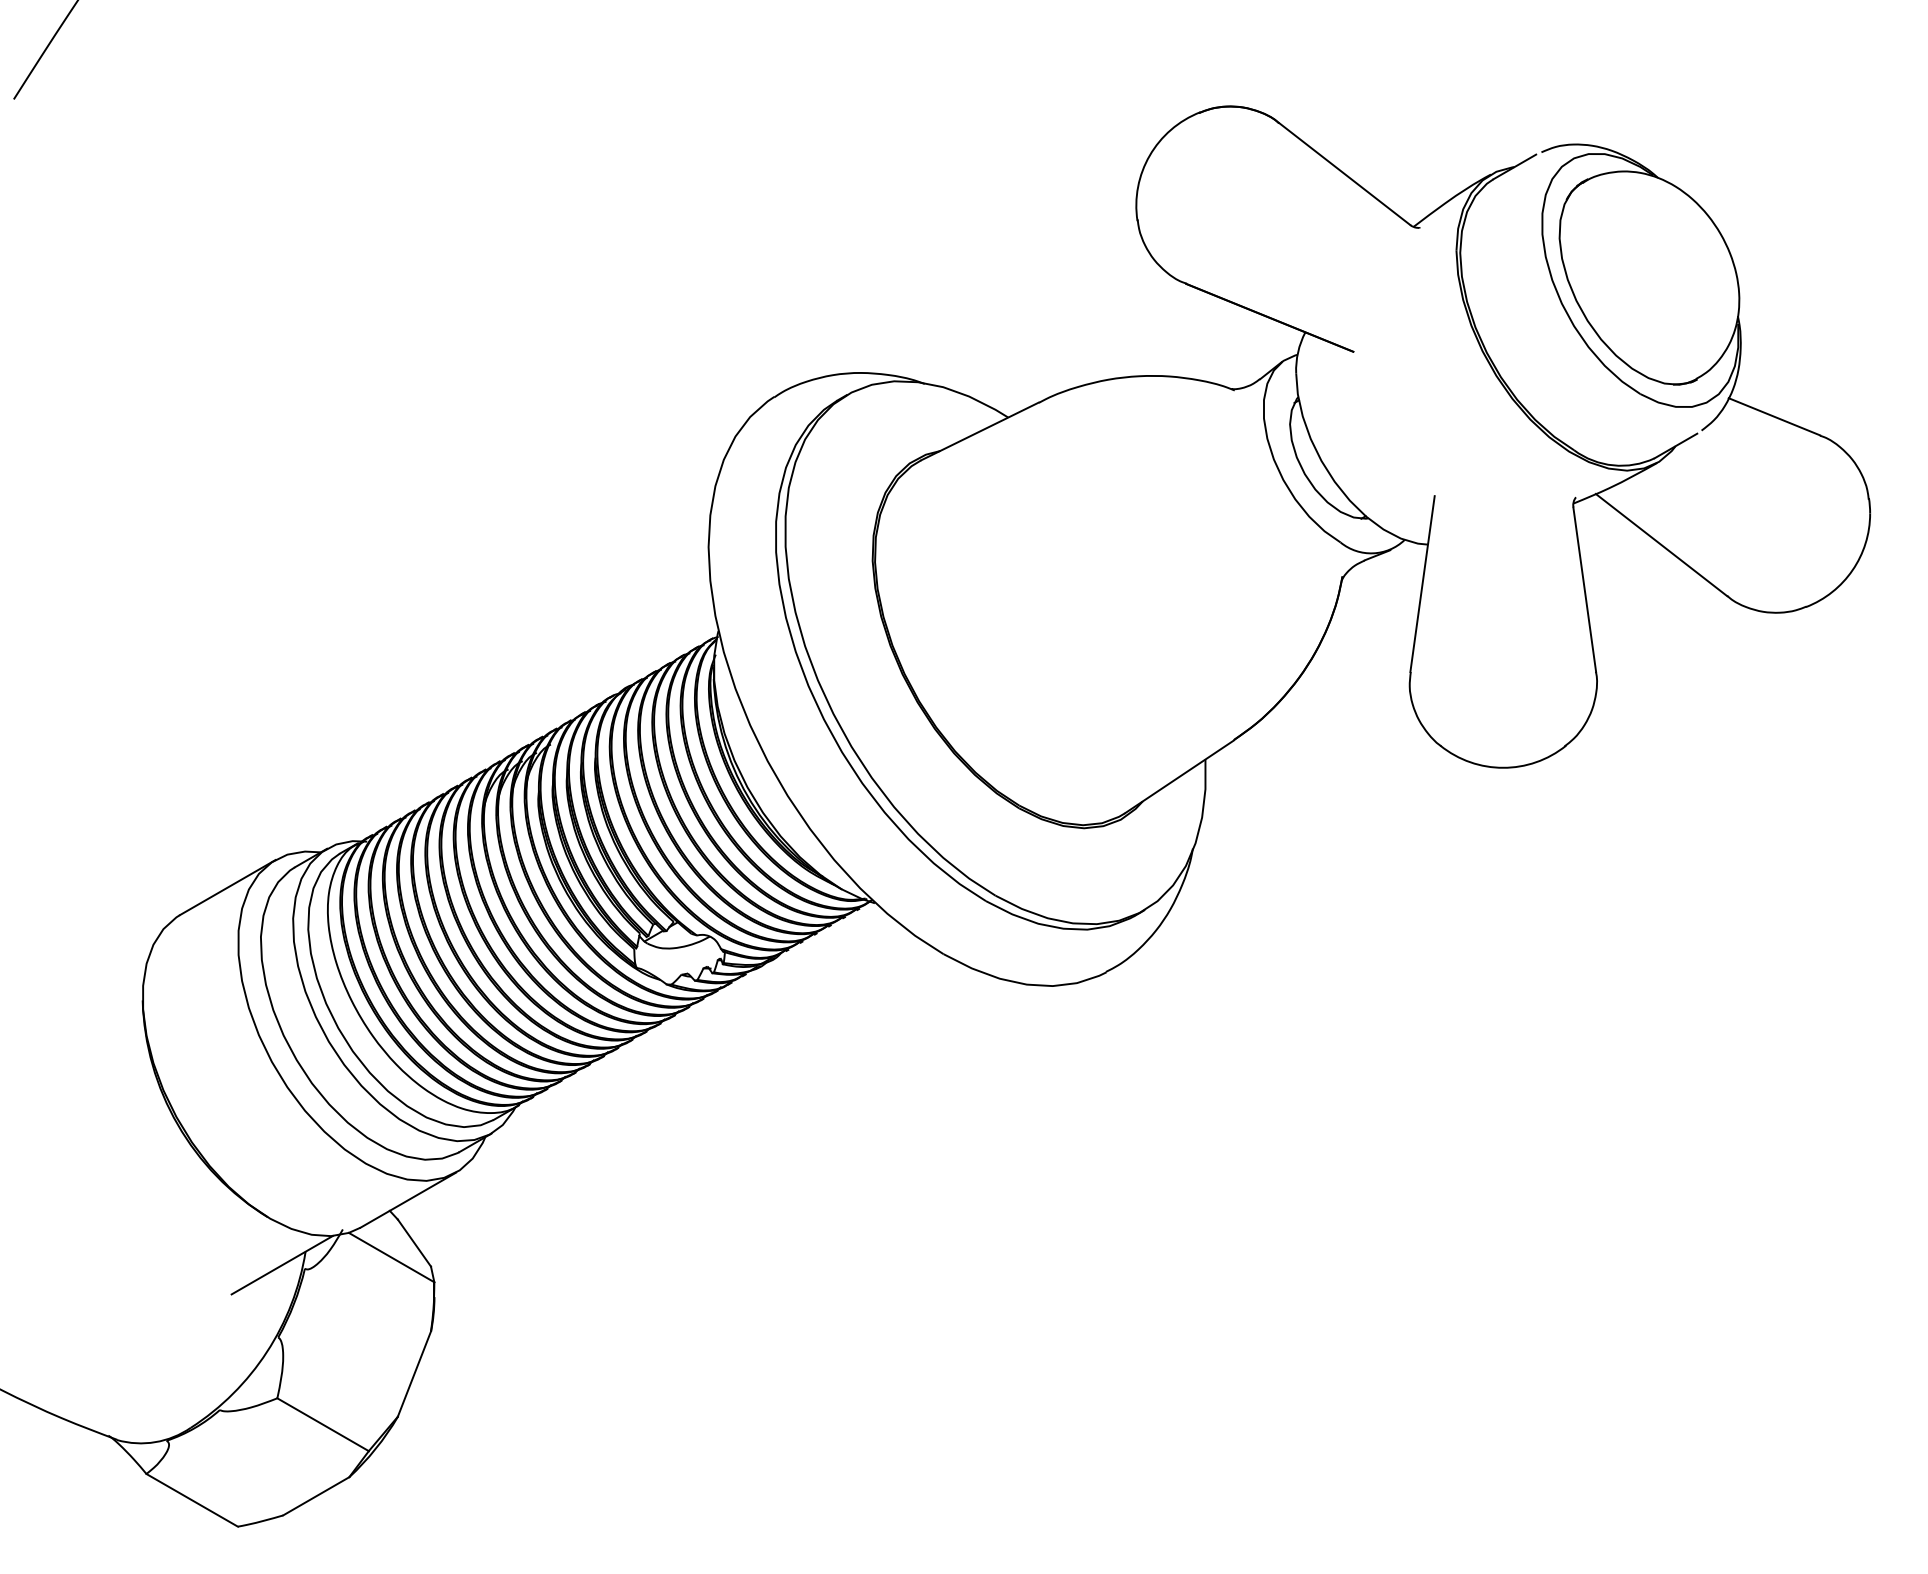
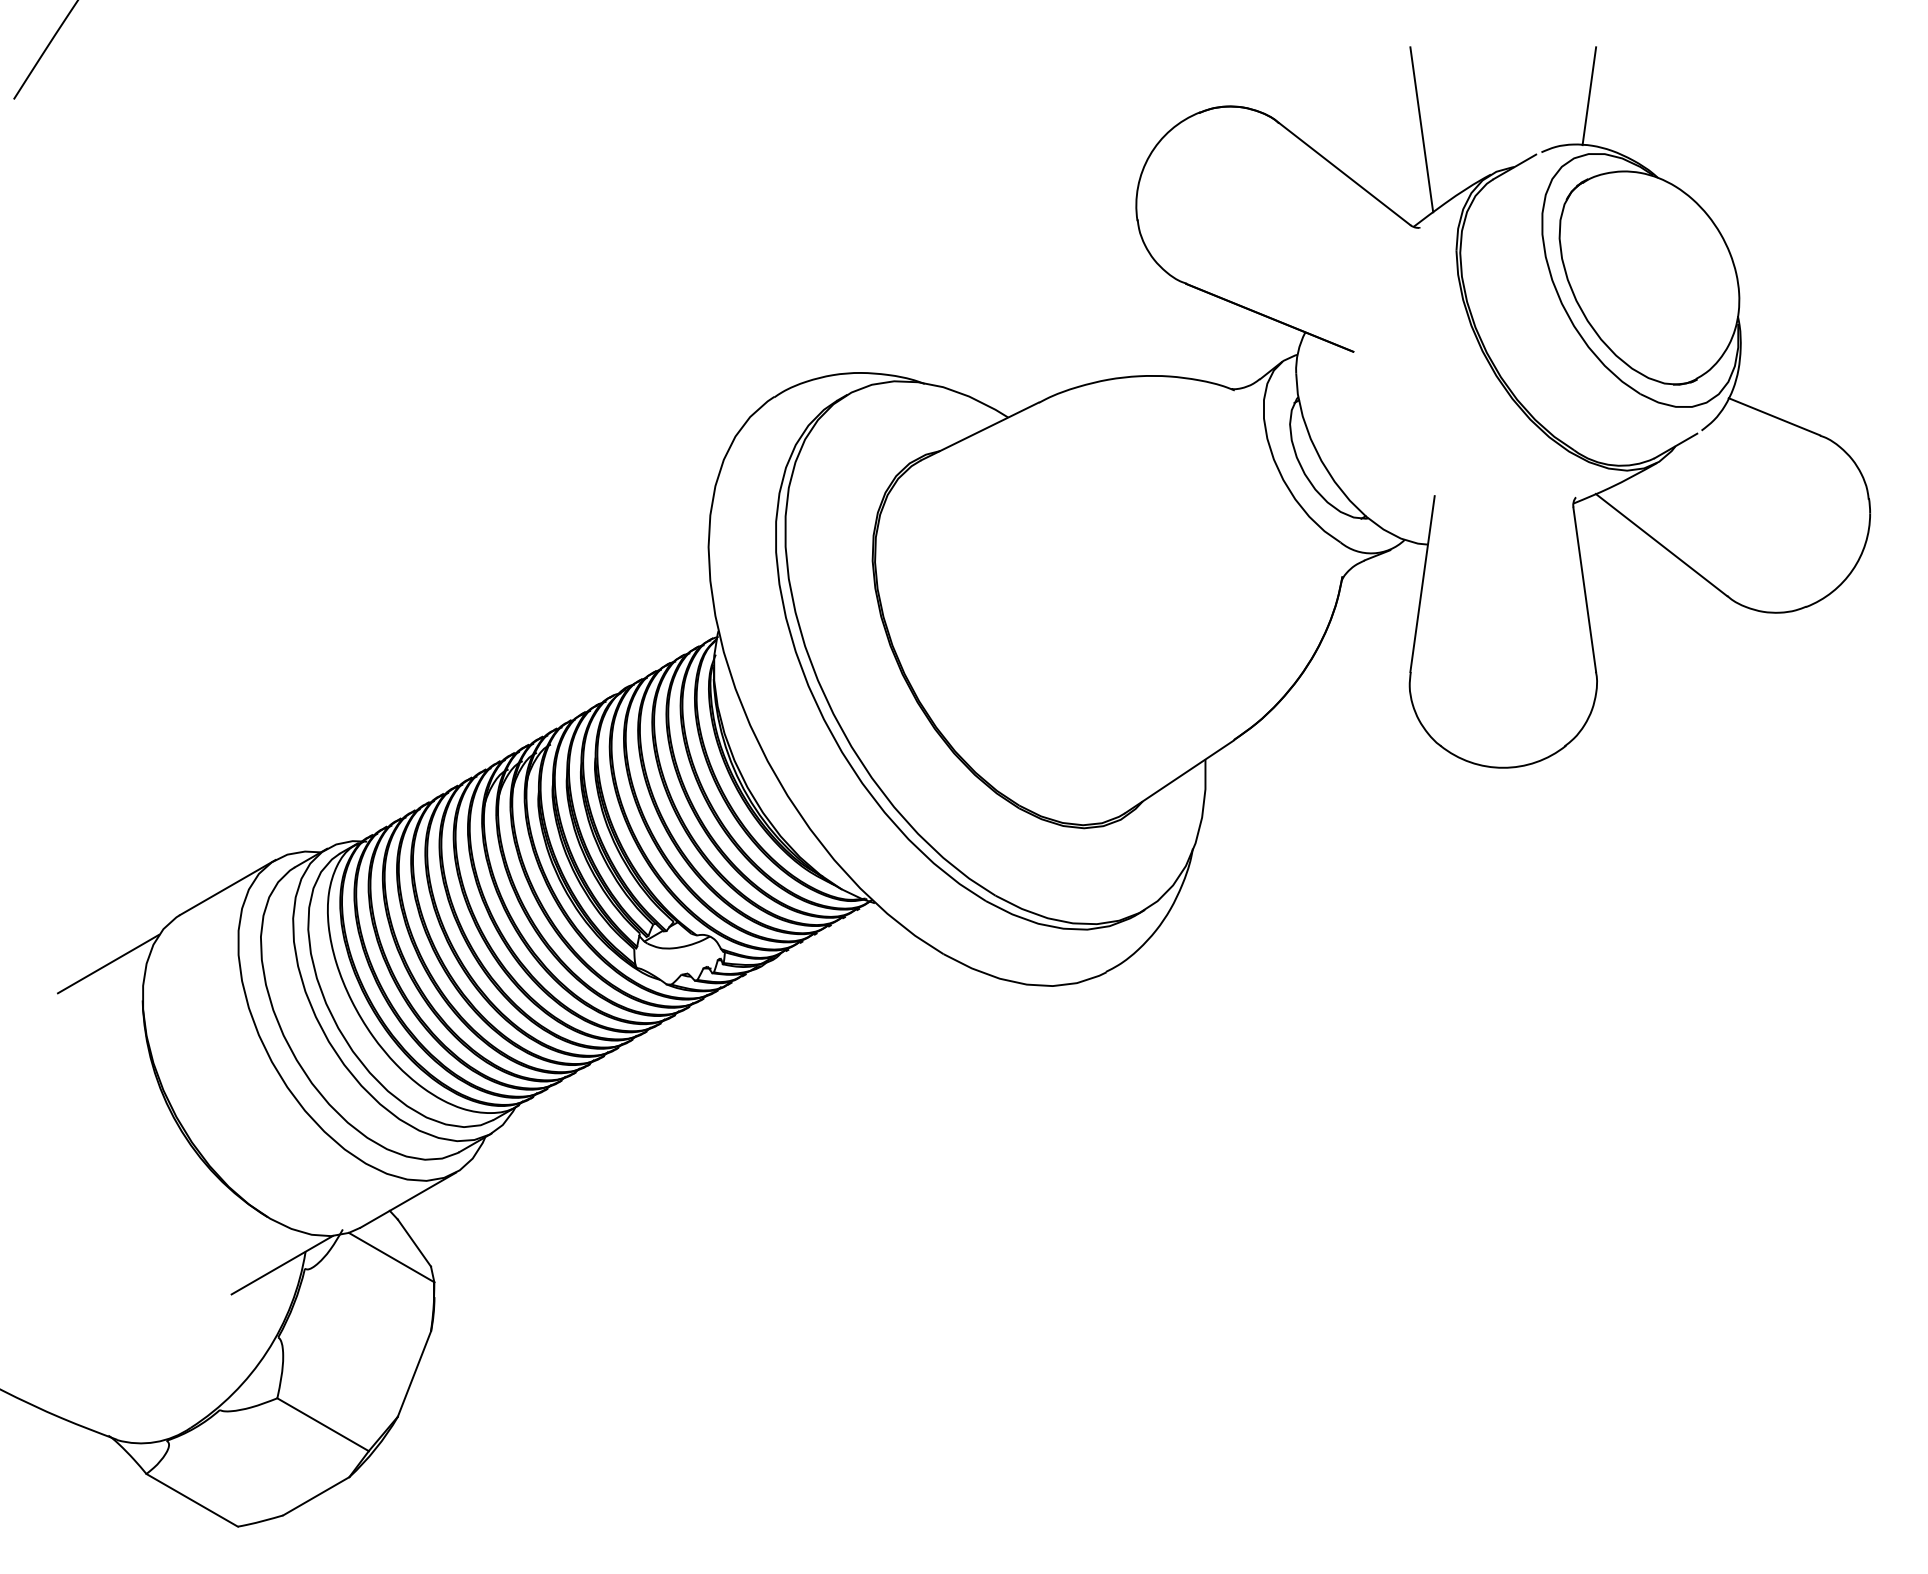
line at (1589, 96): none -> present
line at (1421, 129): none -> present
line at (108, 963): none -> present
